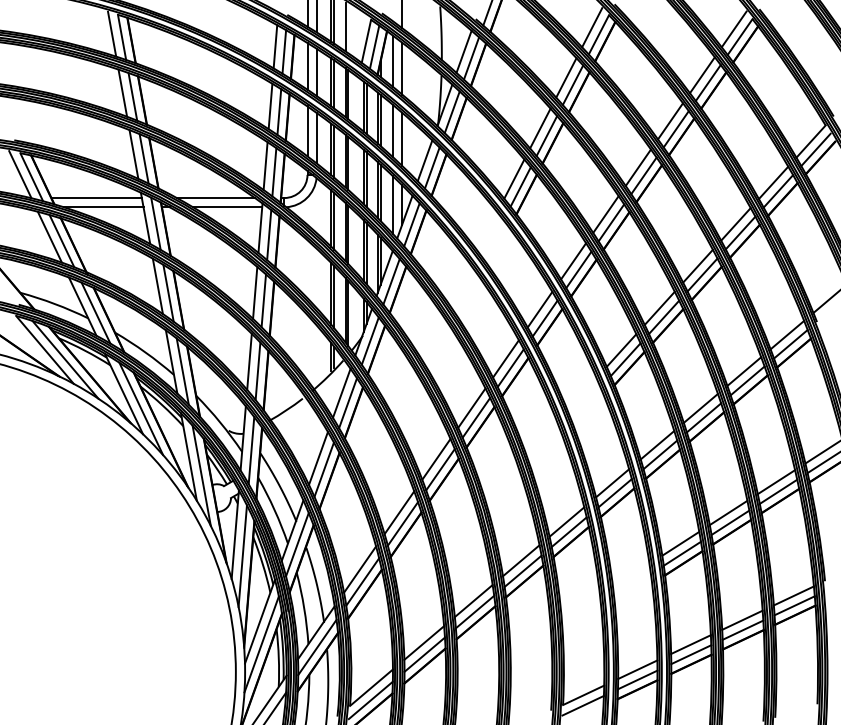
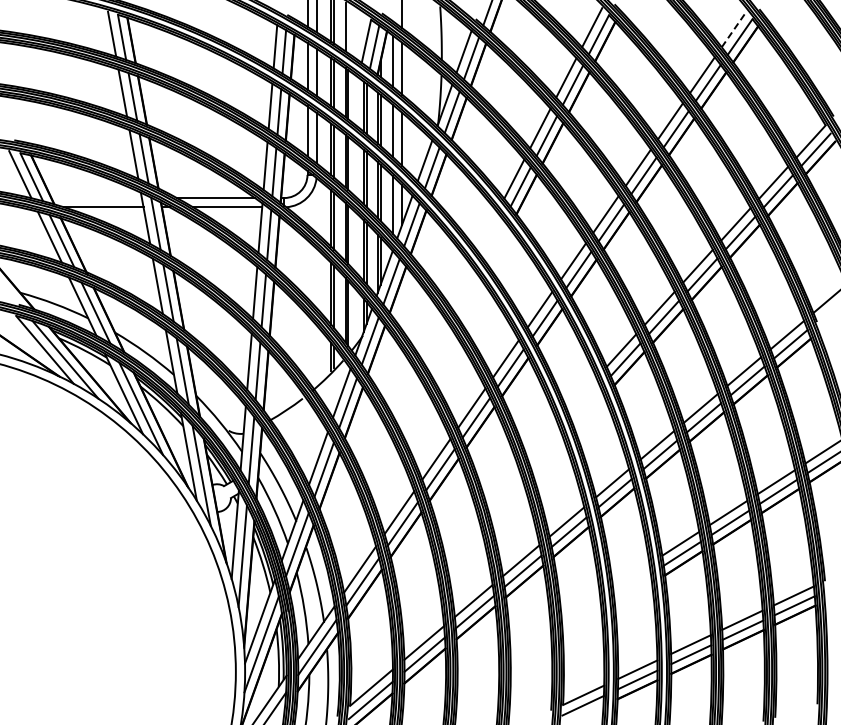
line at (734, 29): solid -> dashed
line at (96, 198): present -> none
